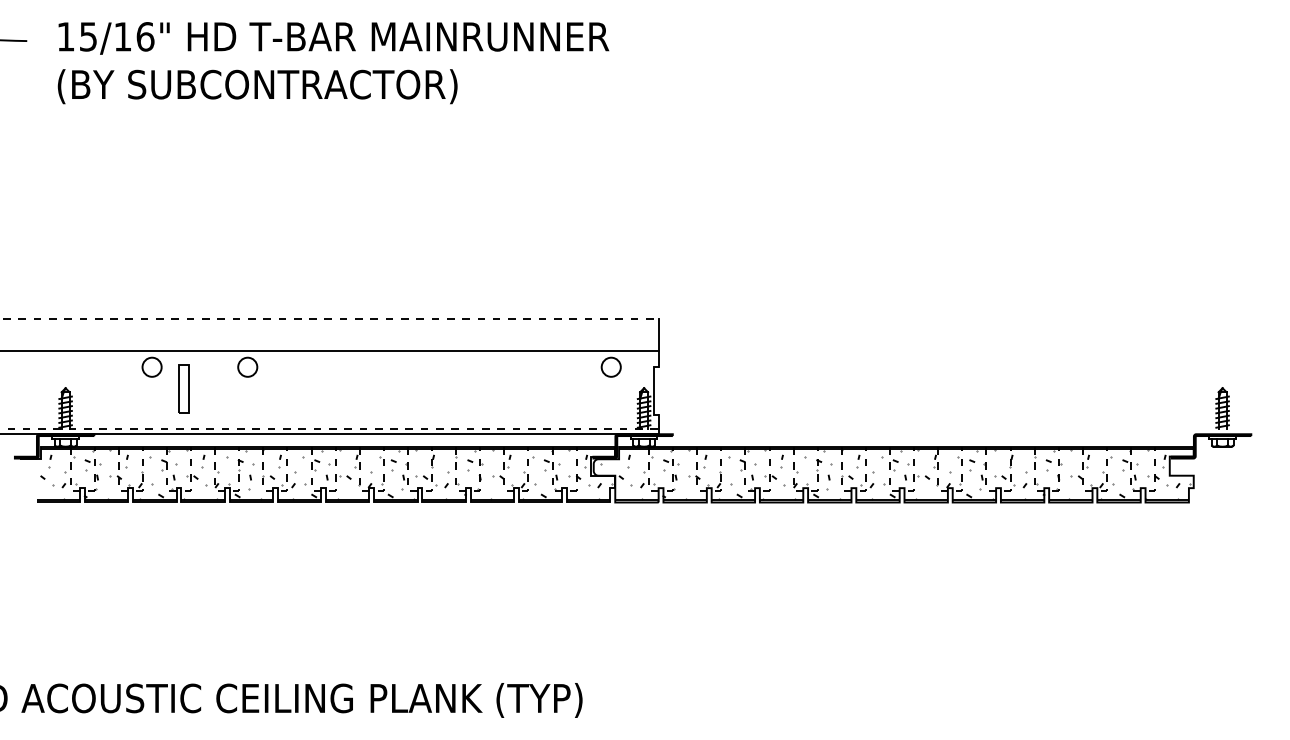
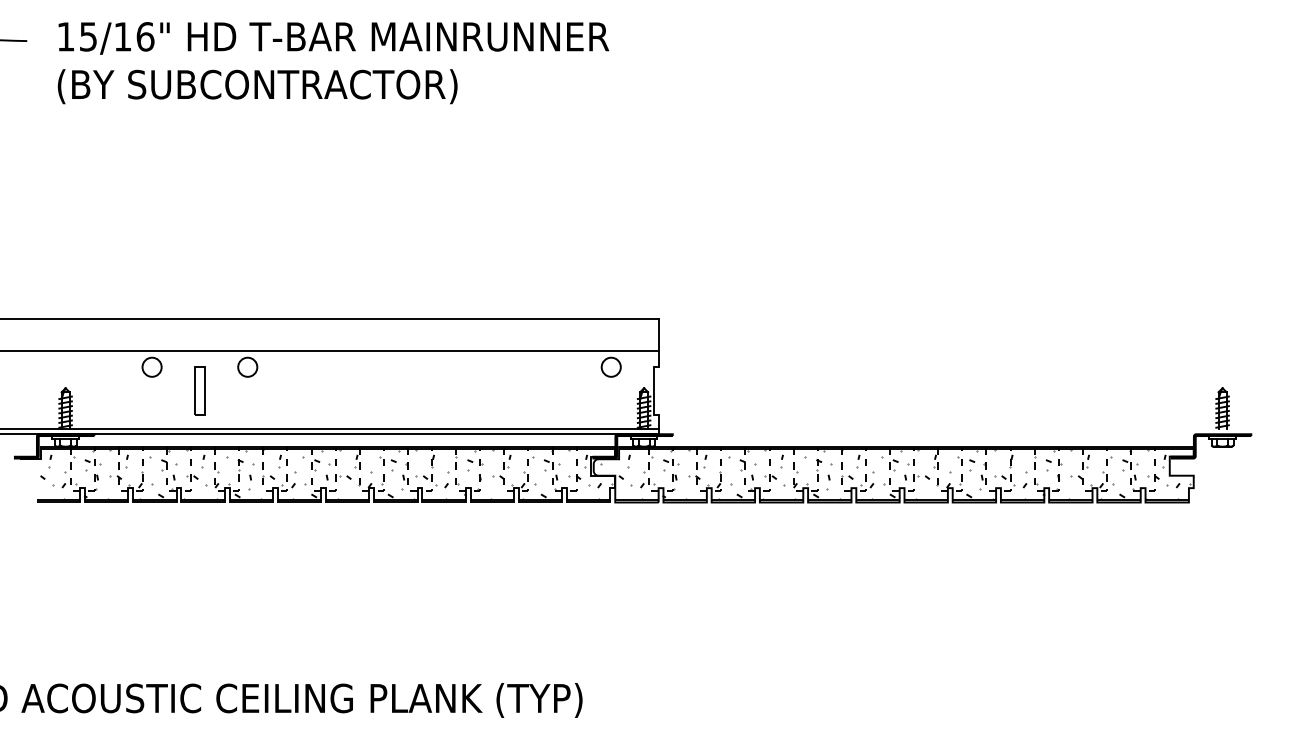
line at (330, 319): dashed -> solid
part at (183, 388) position: (183, 388) -> (199, 390)
line at (330, 429): dashed -> solid
